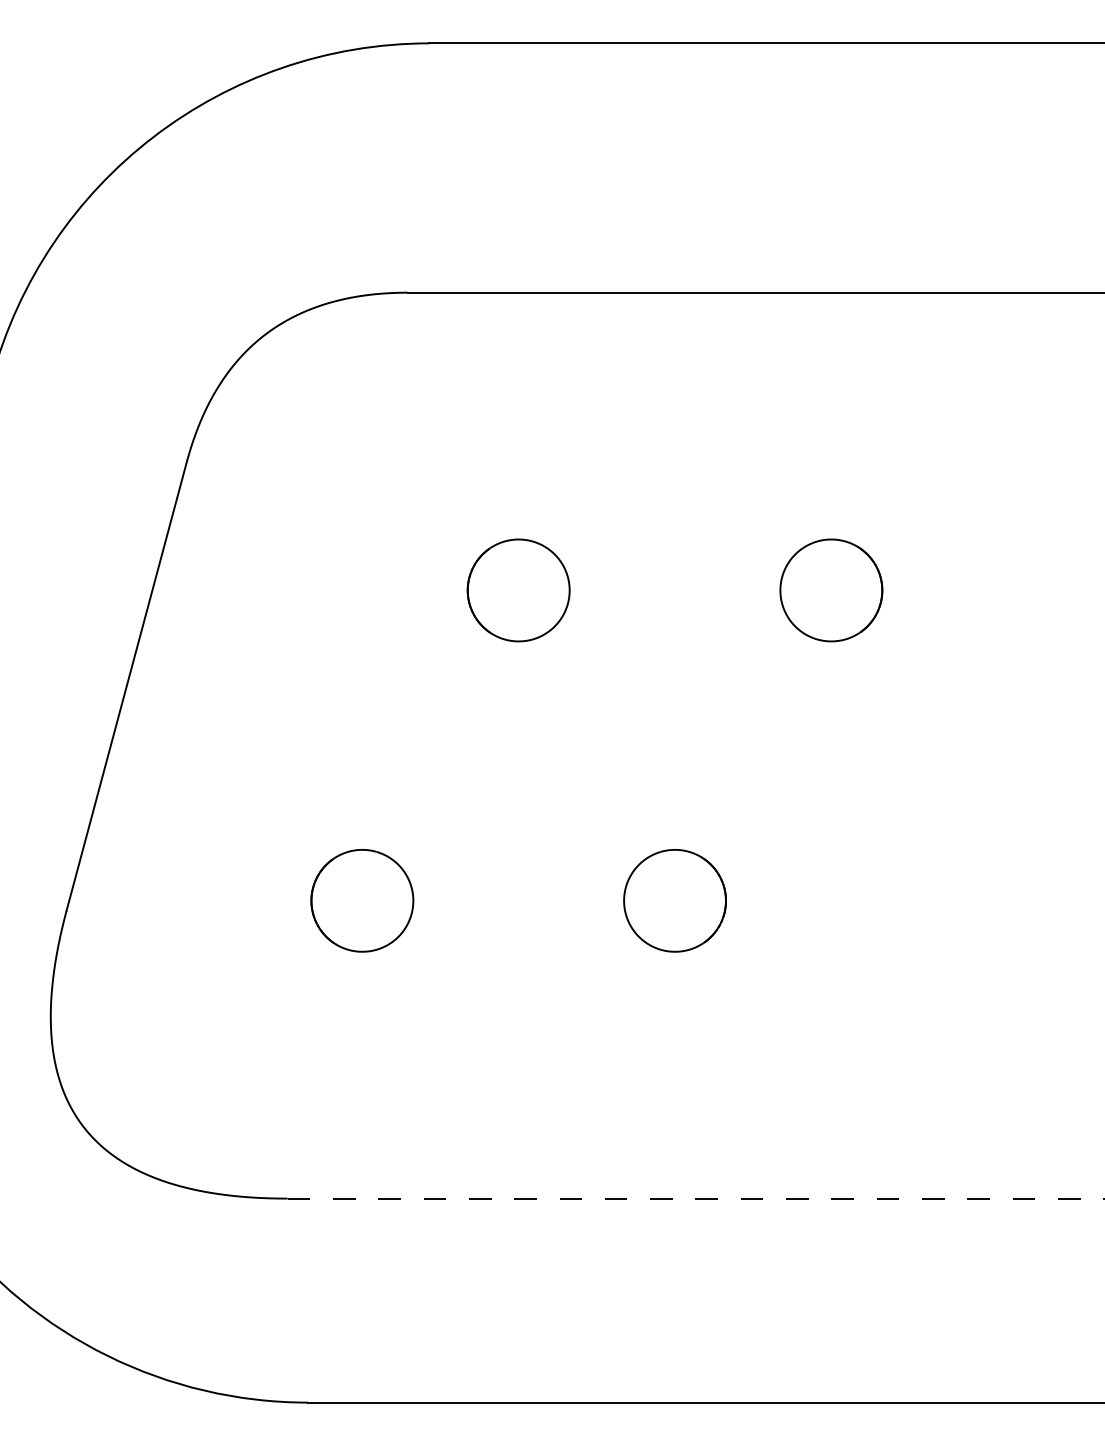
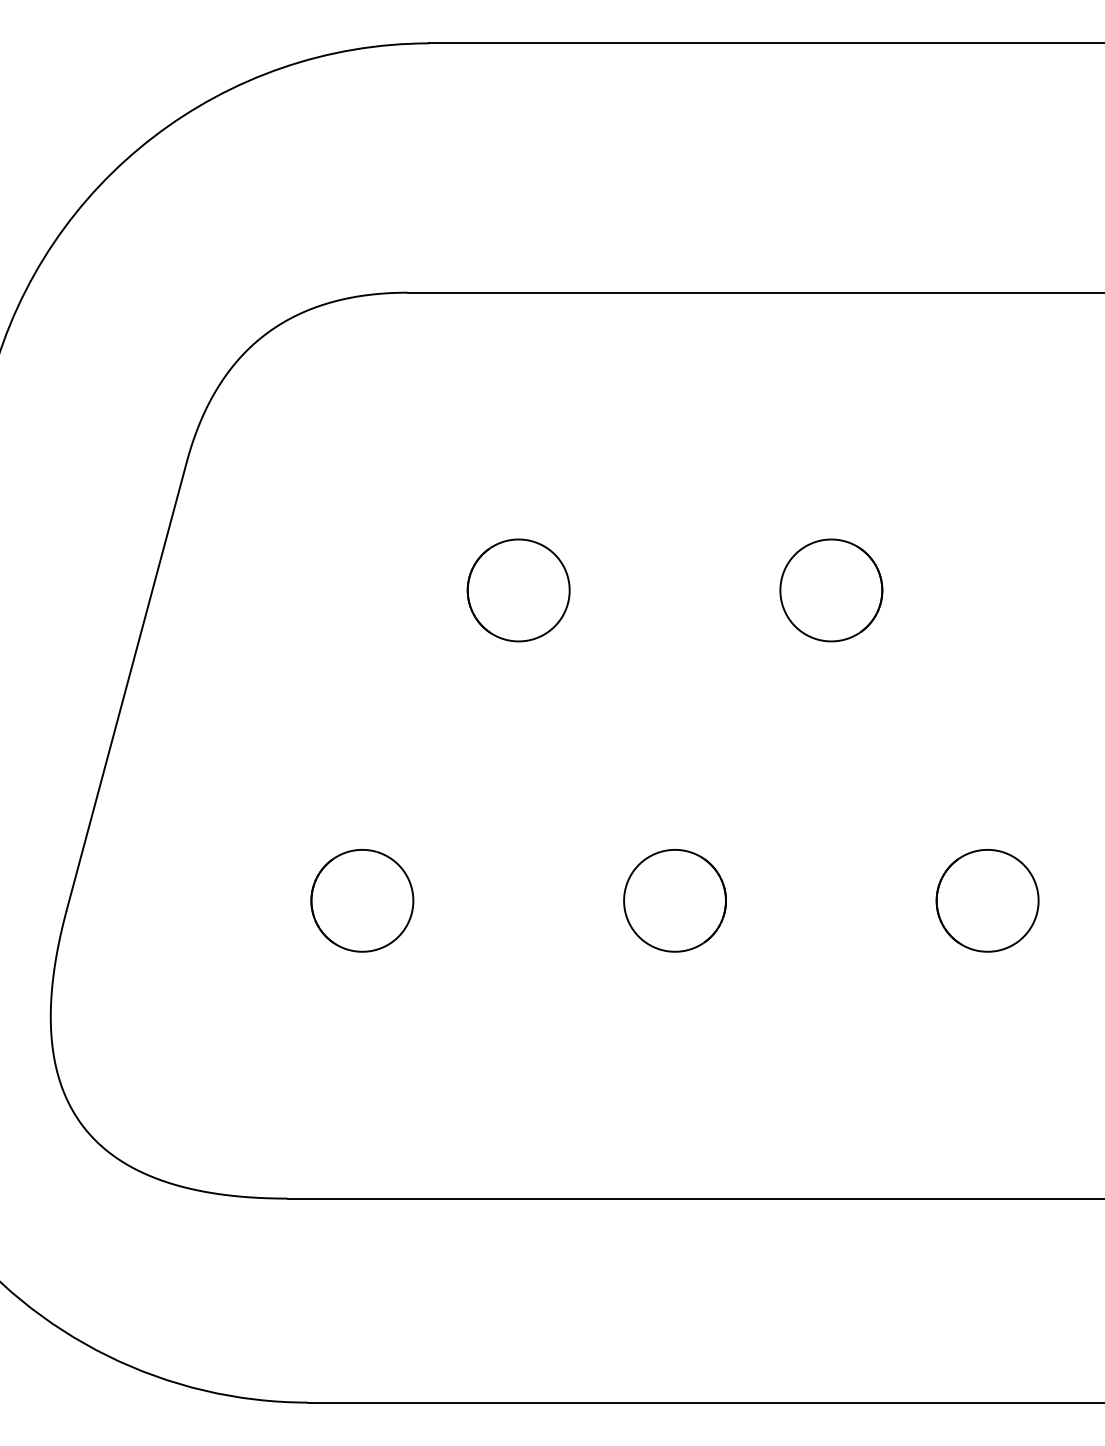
part at (987, 900): none -> present
line at (696, 1198): dashed -> solid
